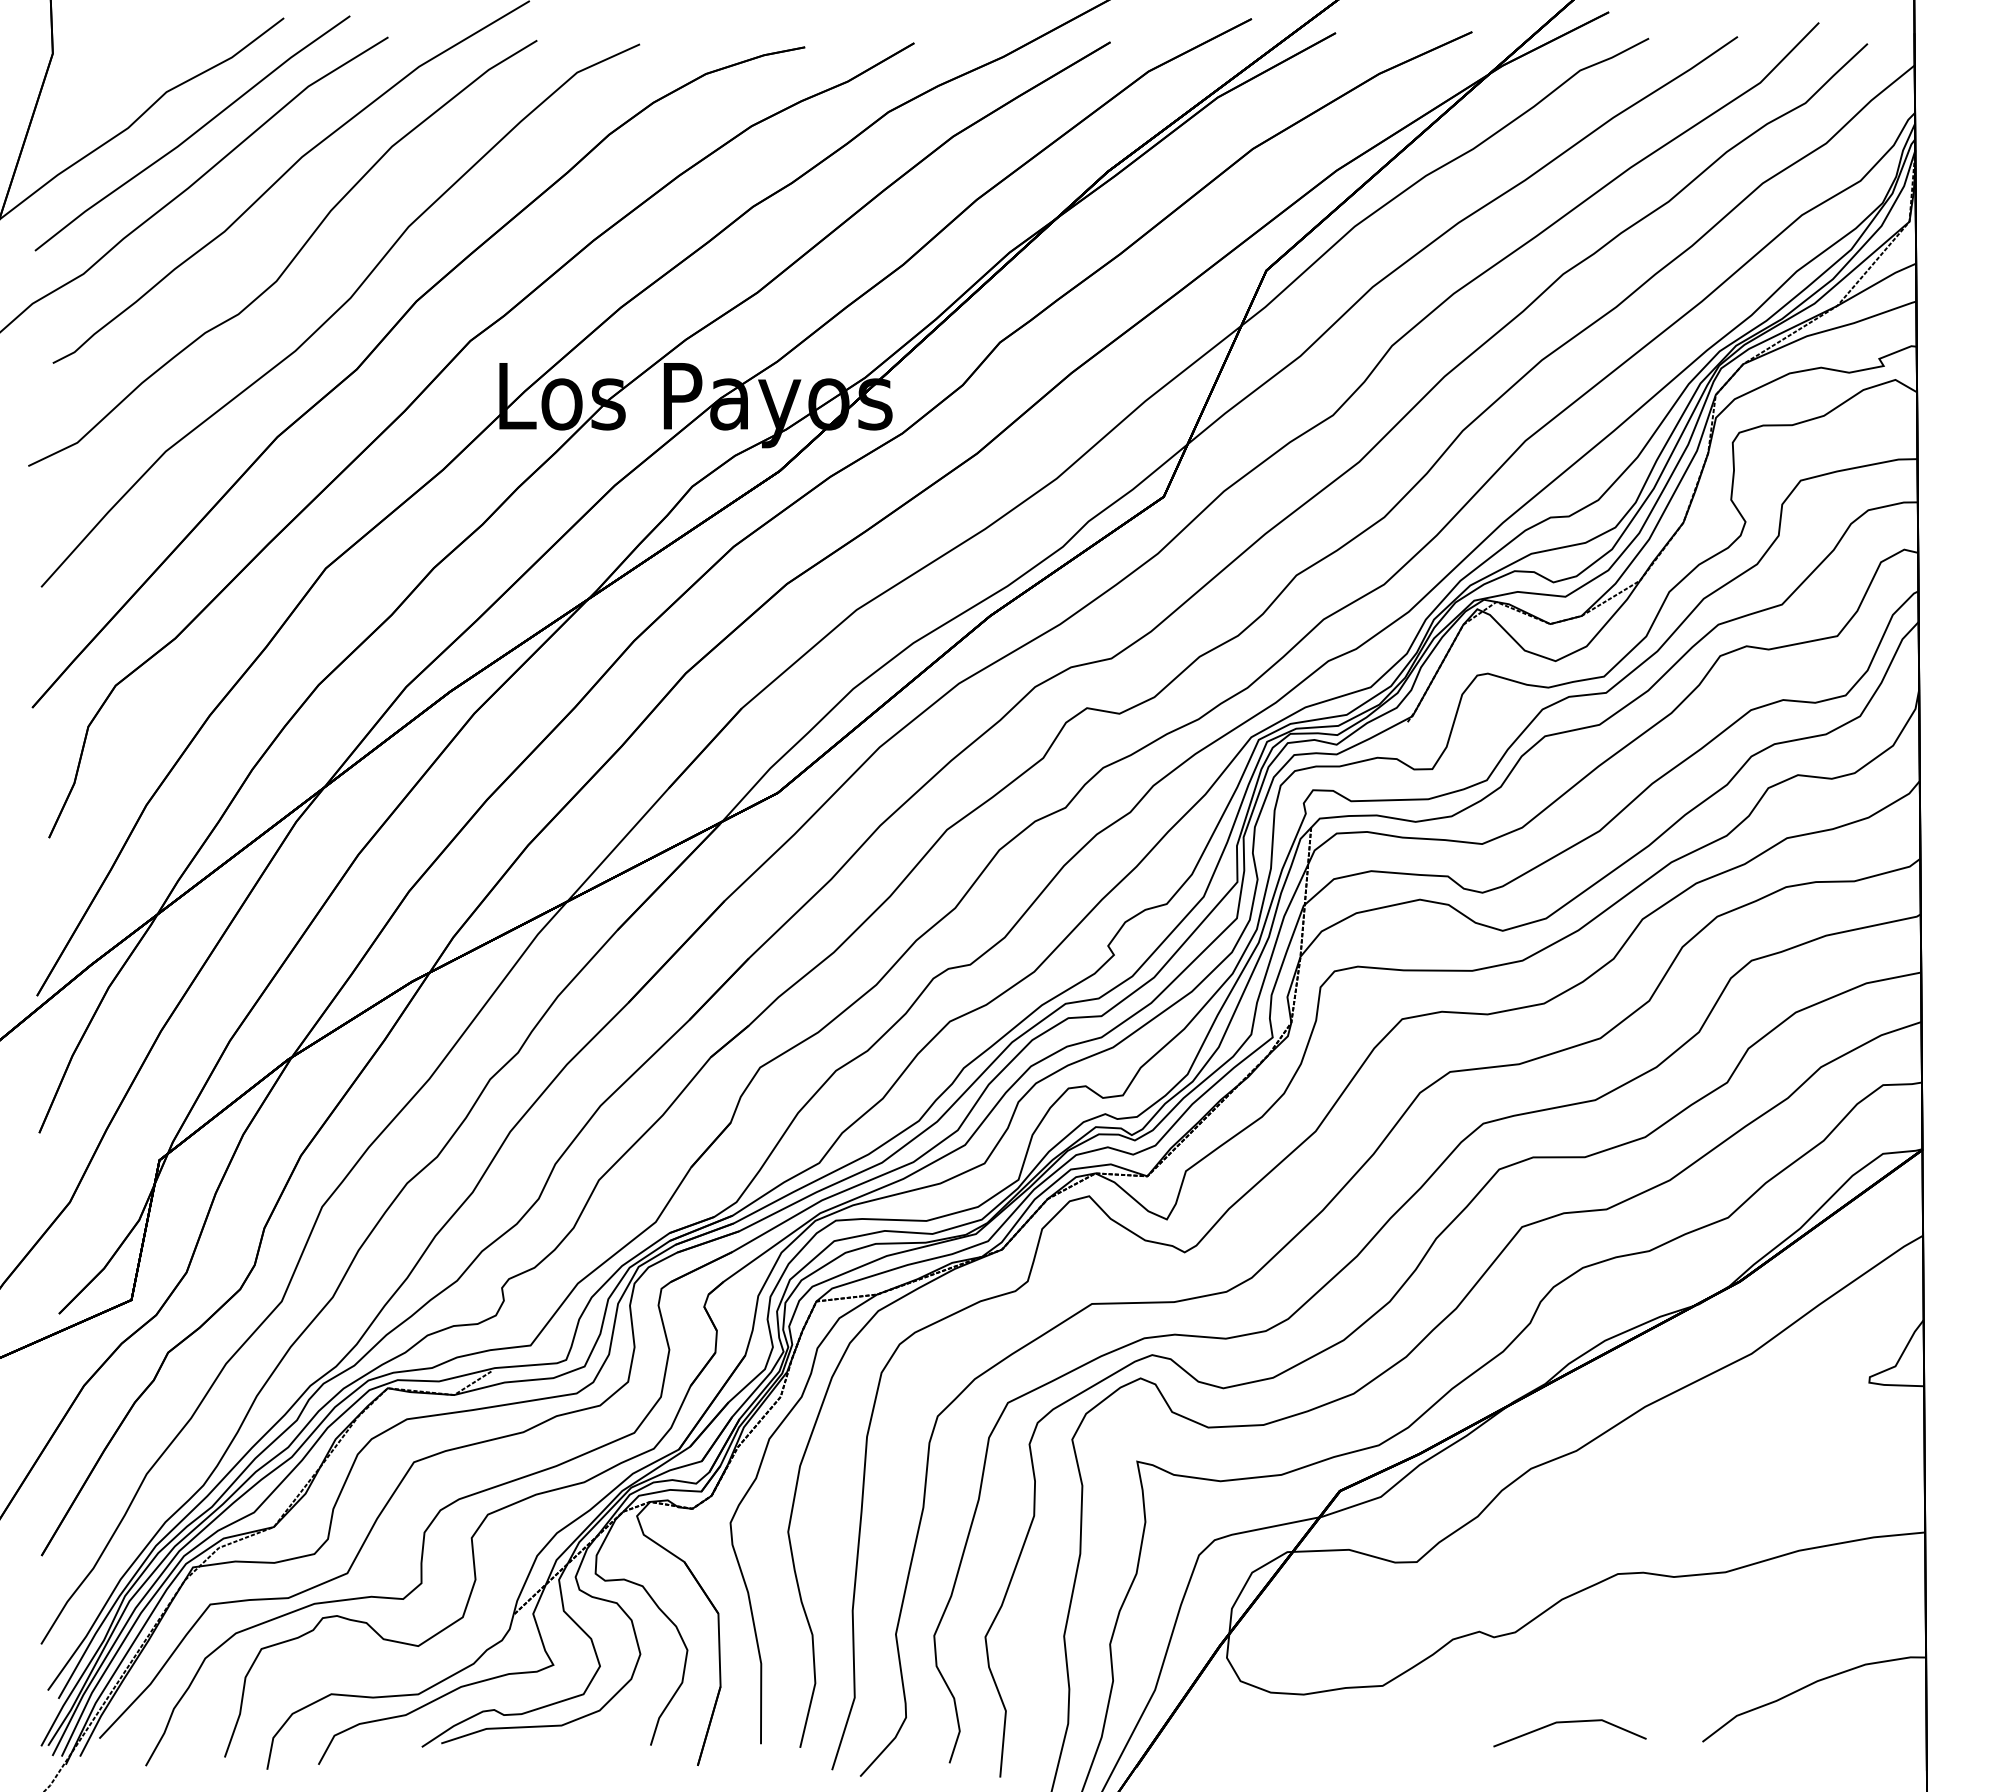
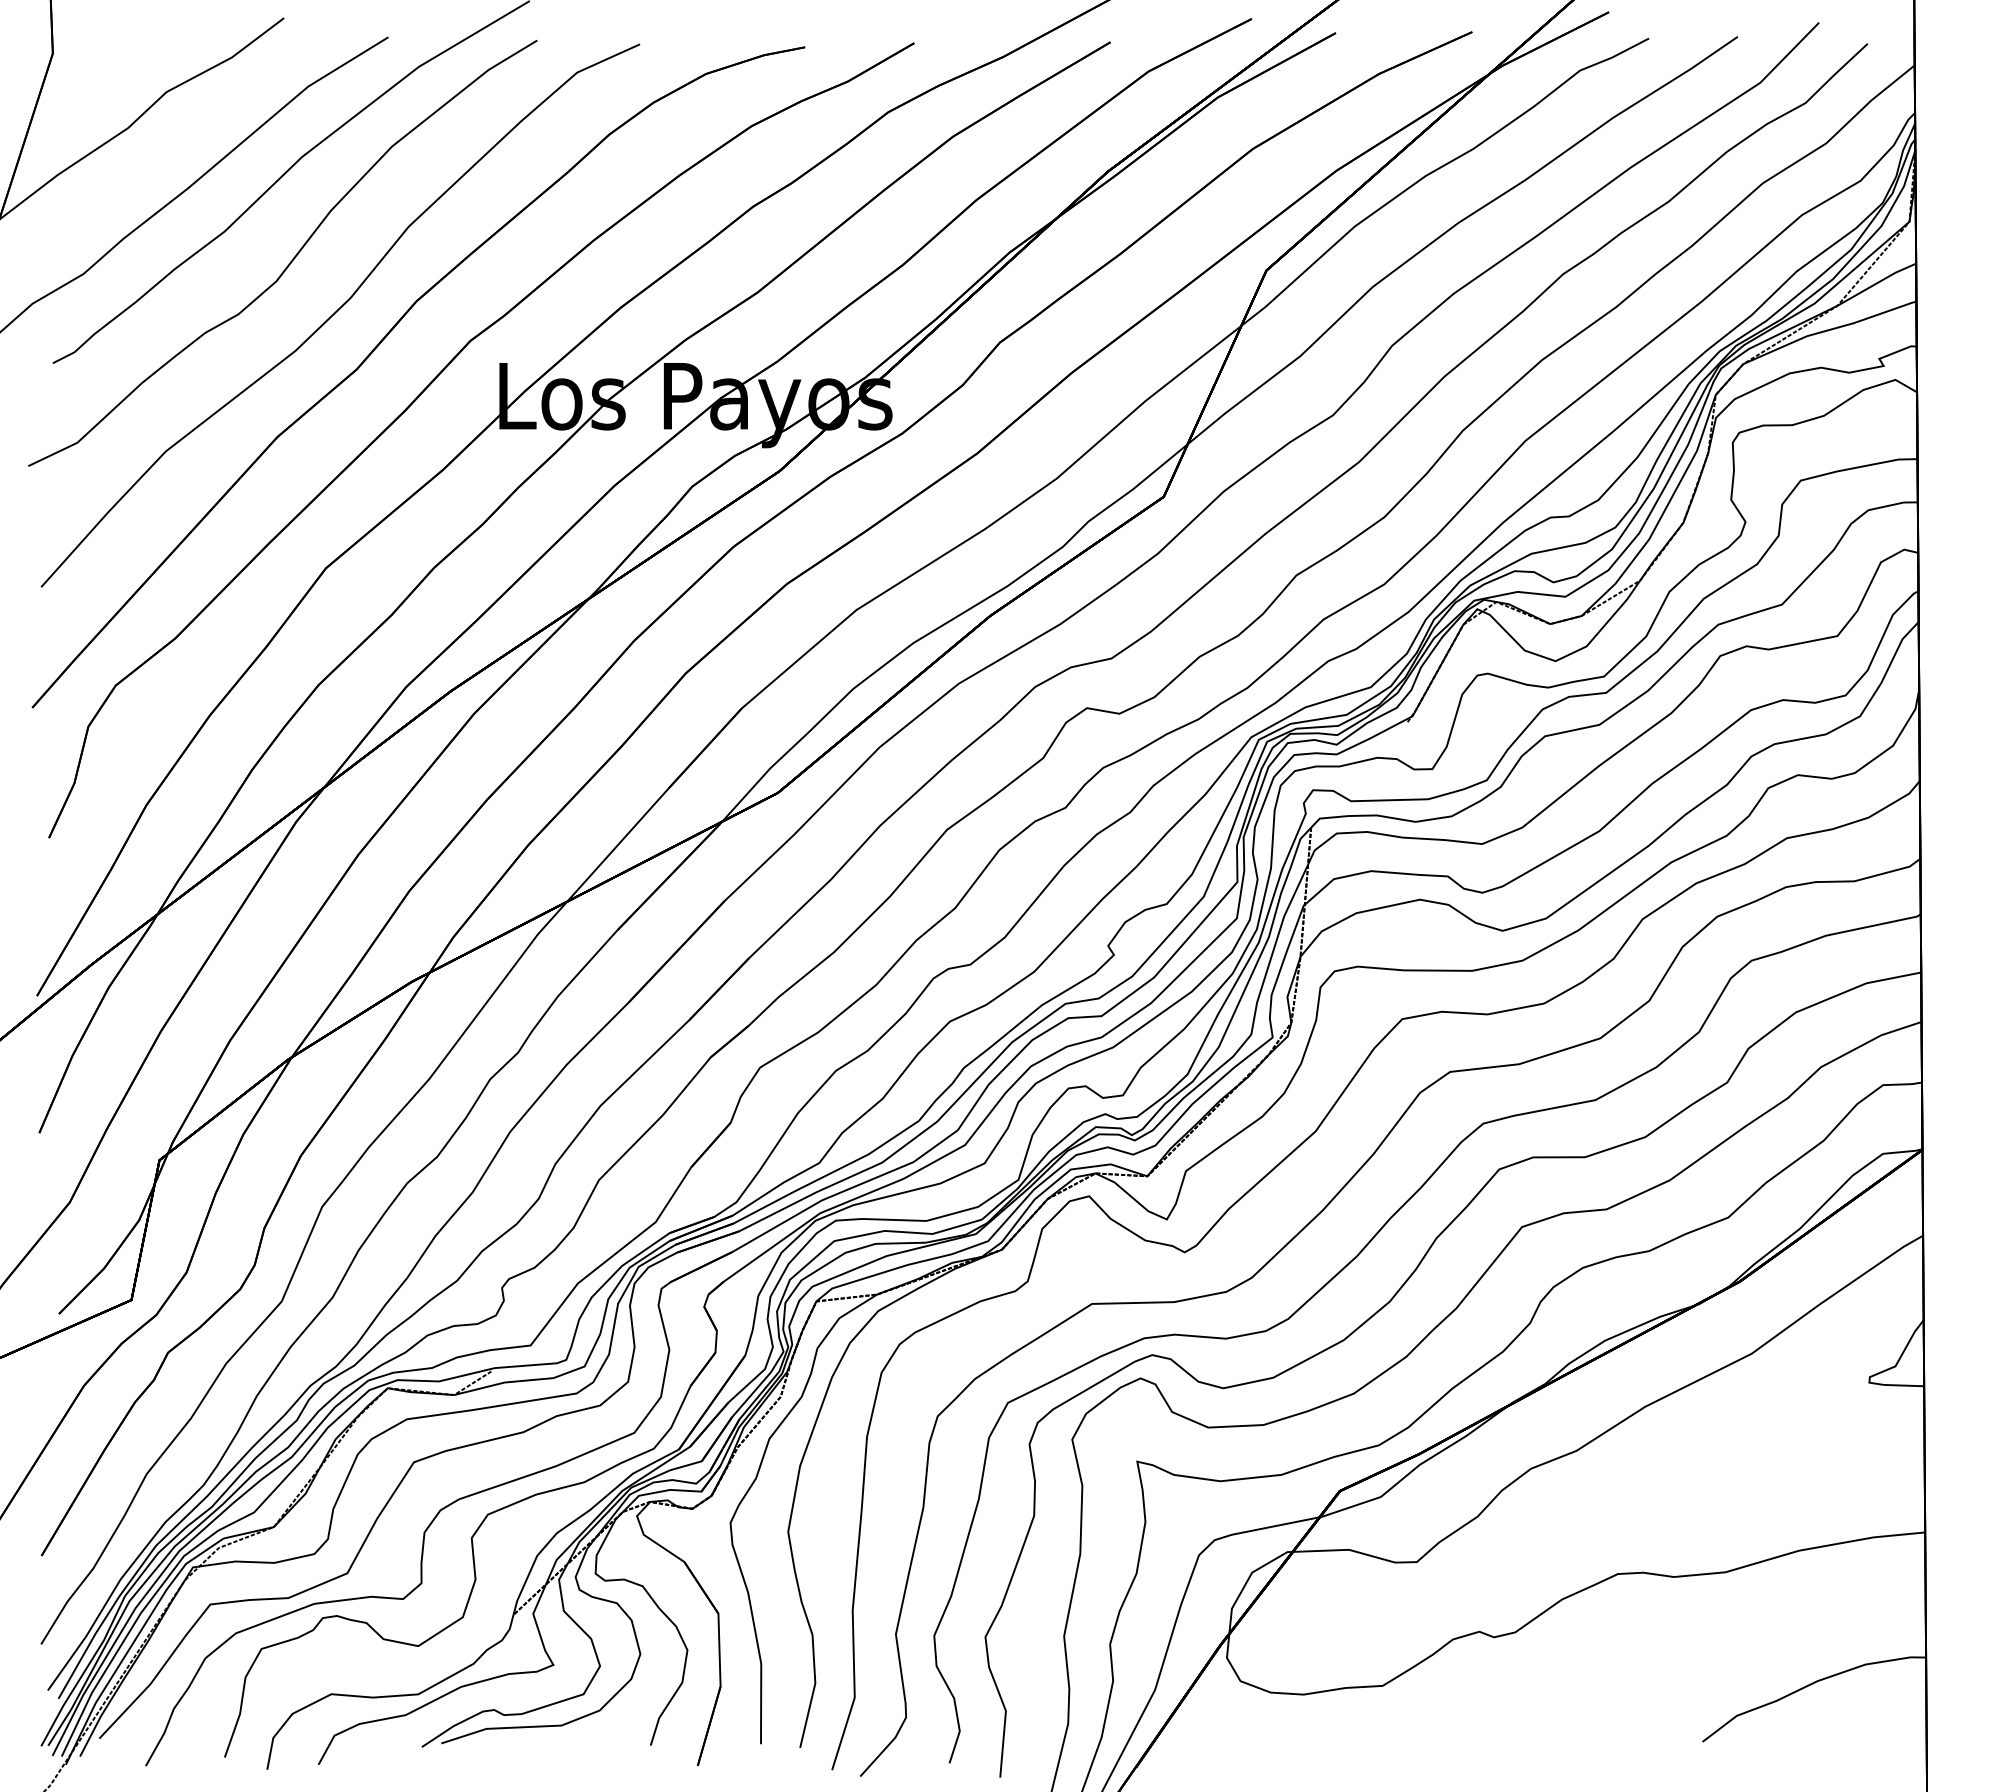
line at (192, 133): present -> none
line at (1569, 1722): present -> none
